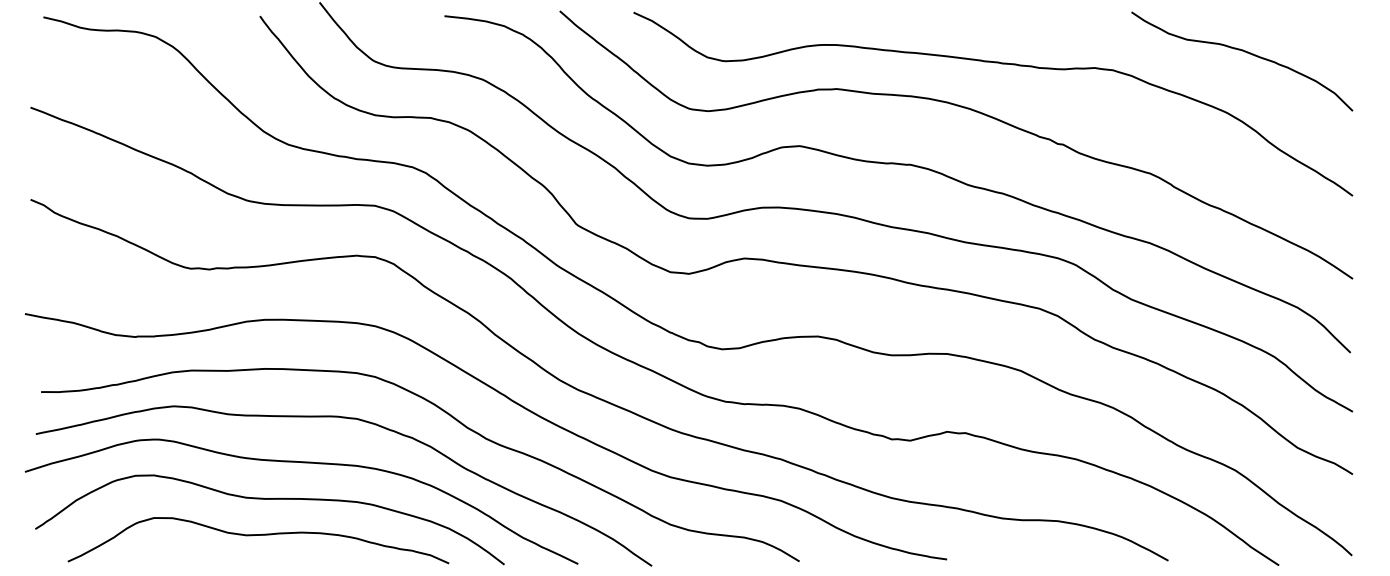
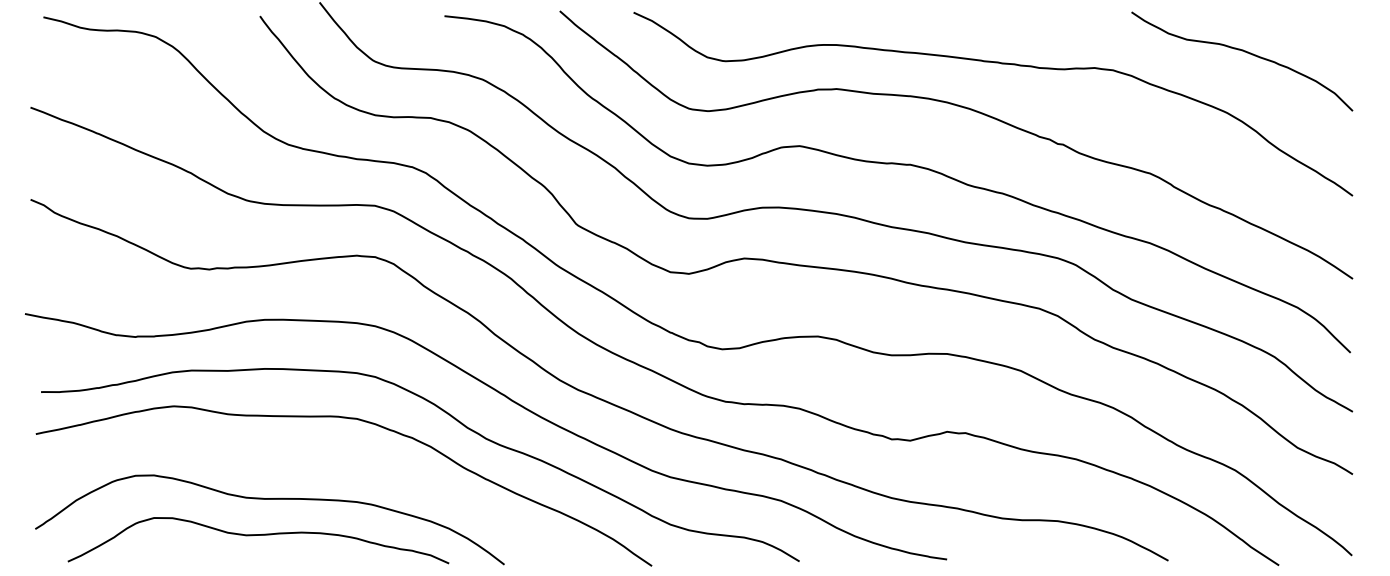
curve at (302, 463): present -> none
